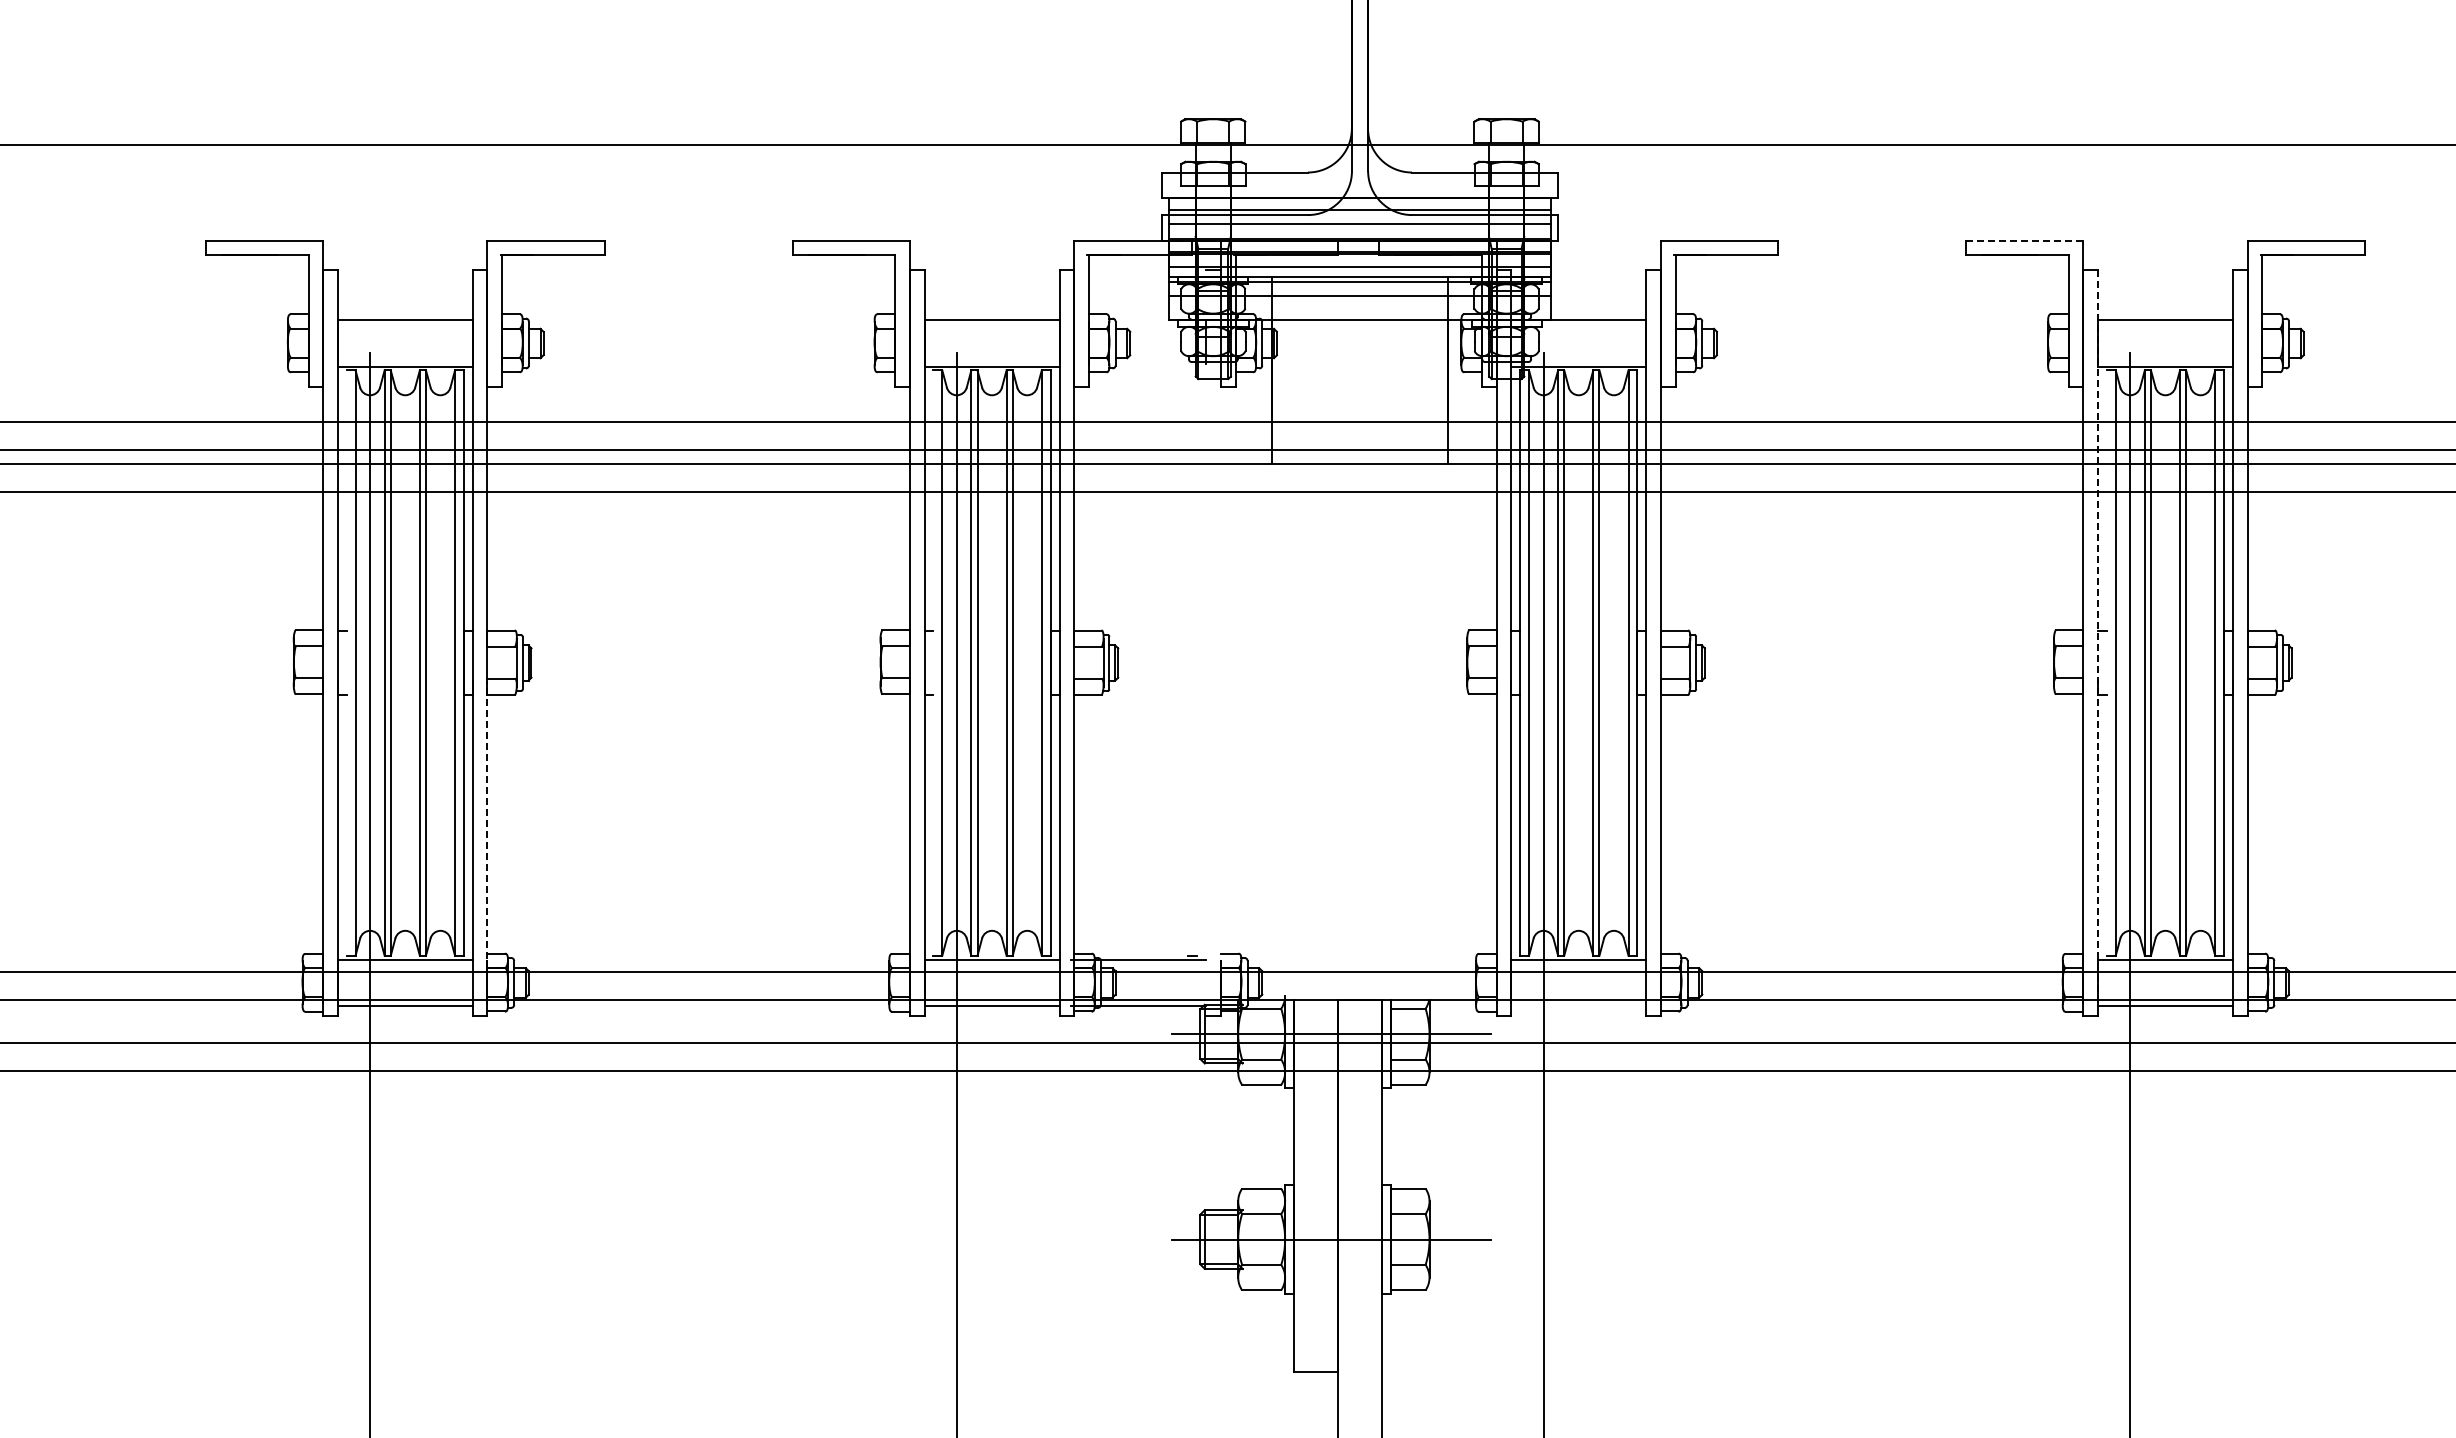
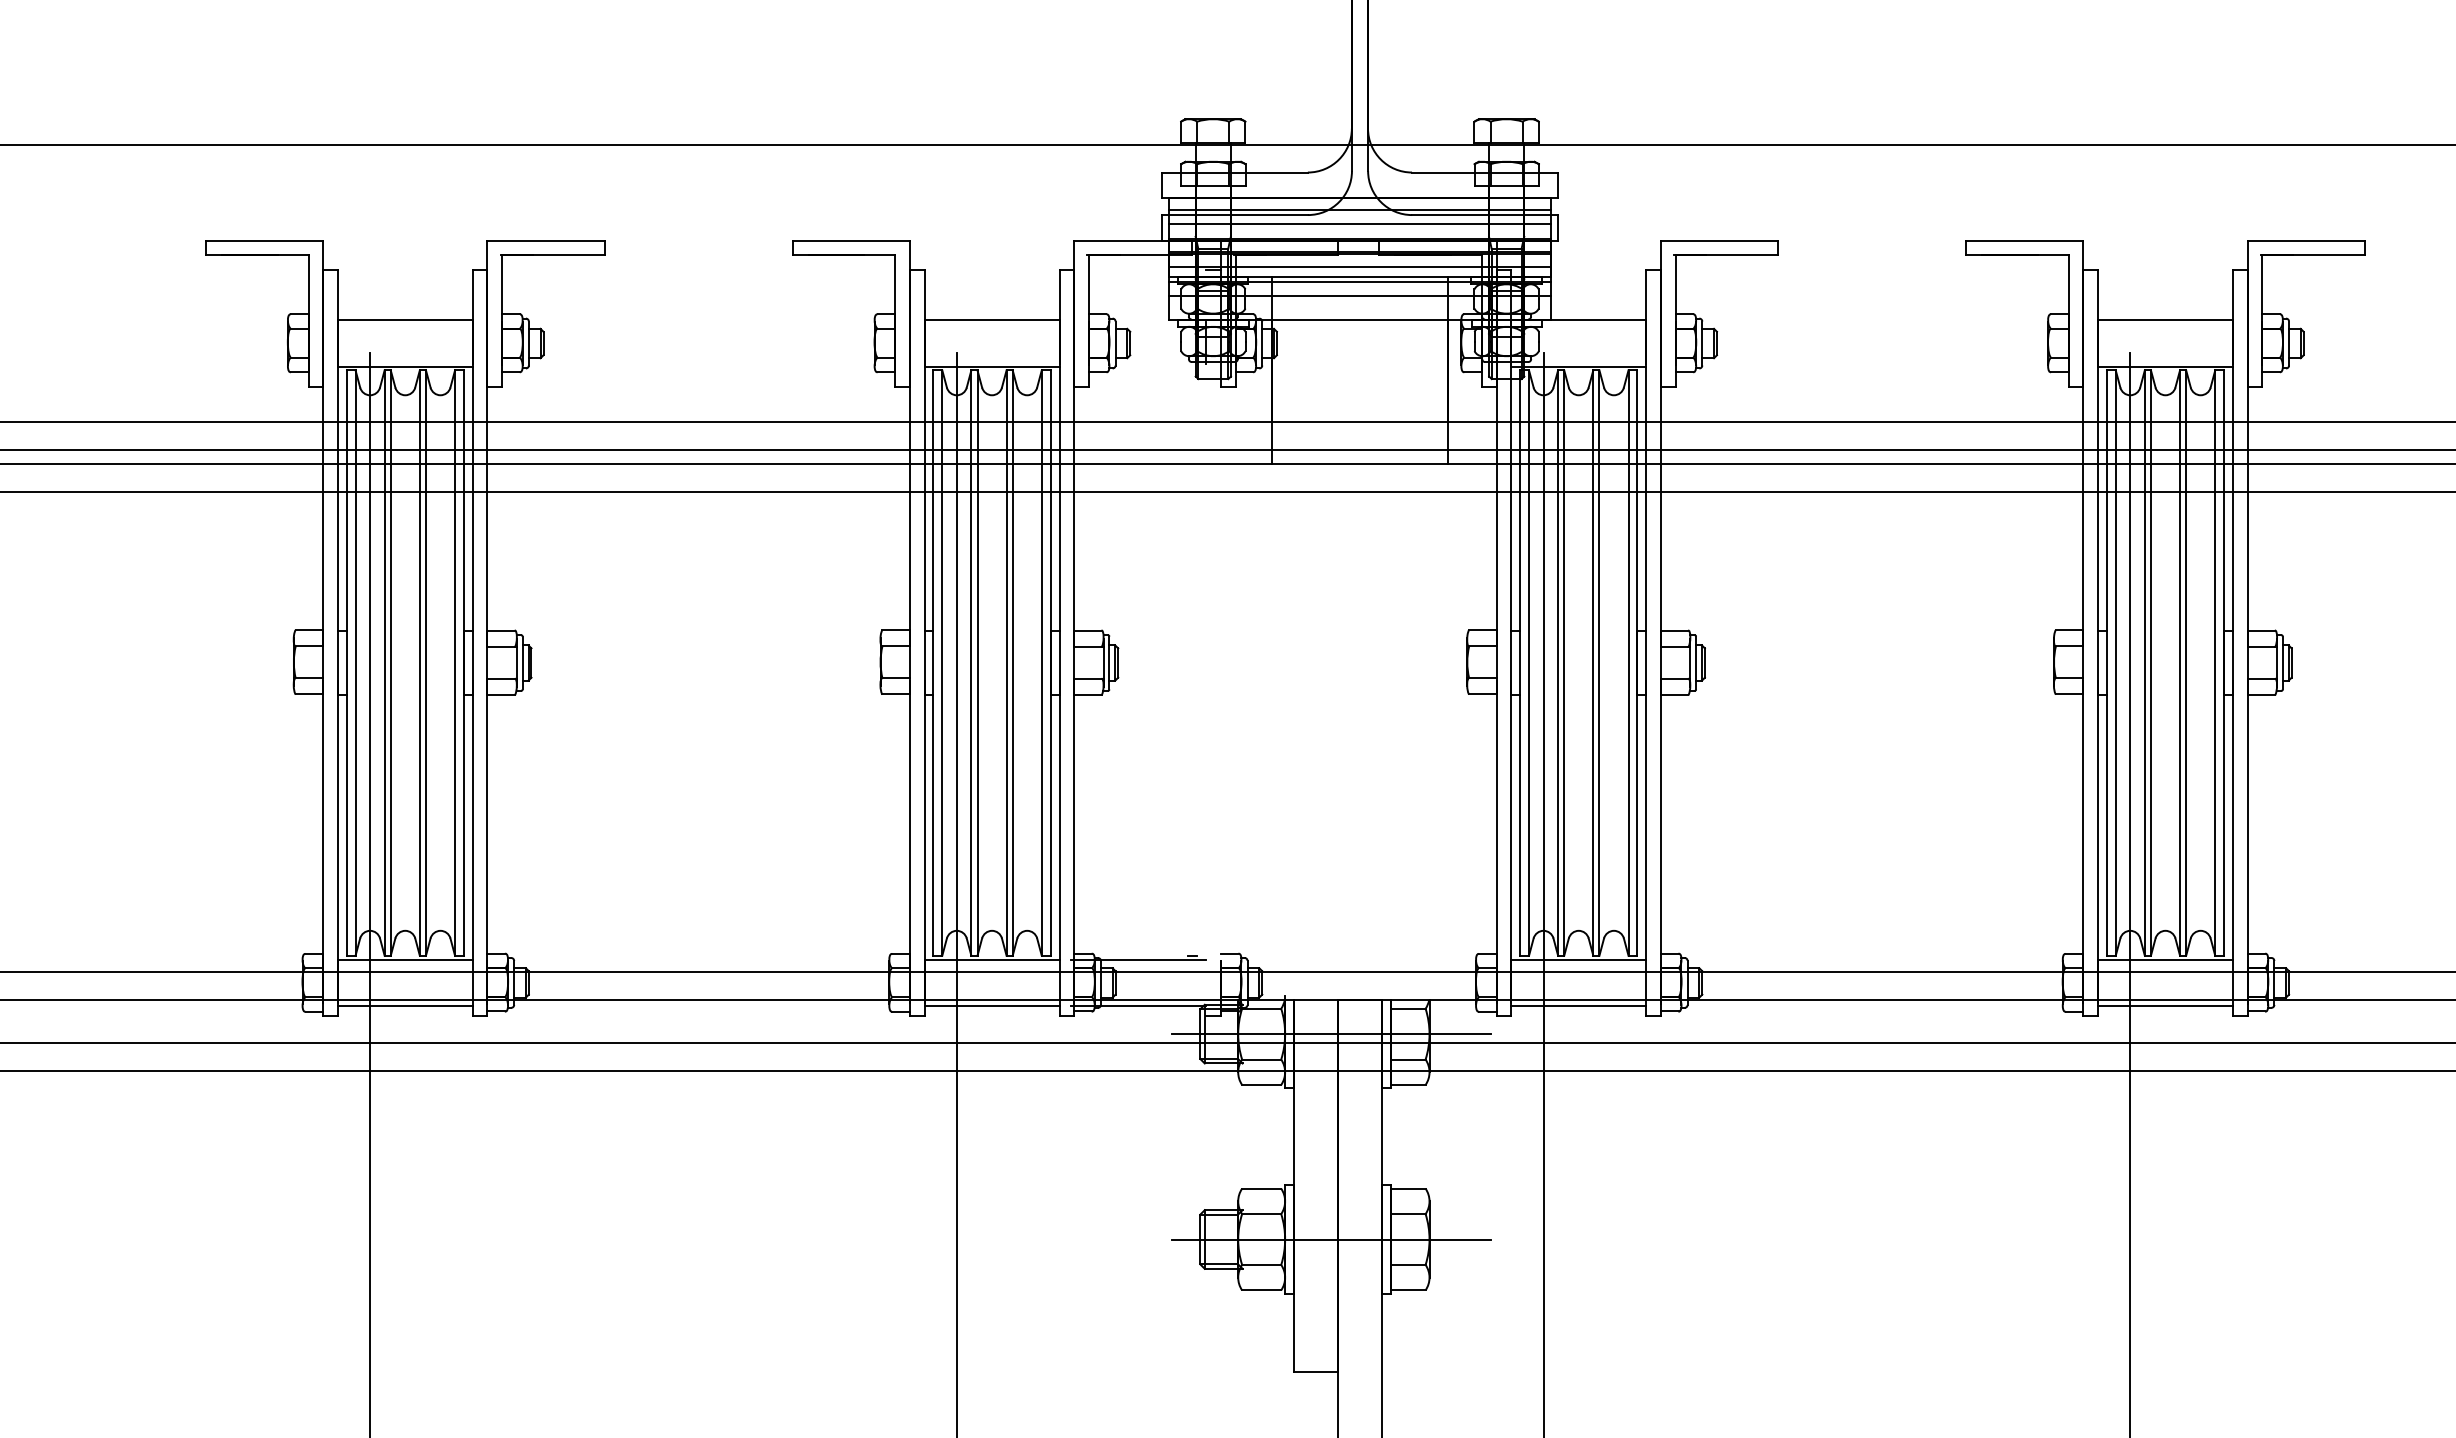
line at (2024, 240): dashed -> solid
line at (2098, 636): dashed -> solid
line at (346, 662): none -> present
line at (933, 662): none -> present
line at (2106, 662): none -> present
line at (487, 841): dashed -> solid
line at (1578, 1006): none -> present
